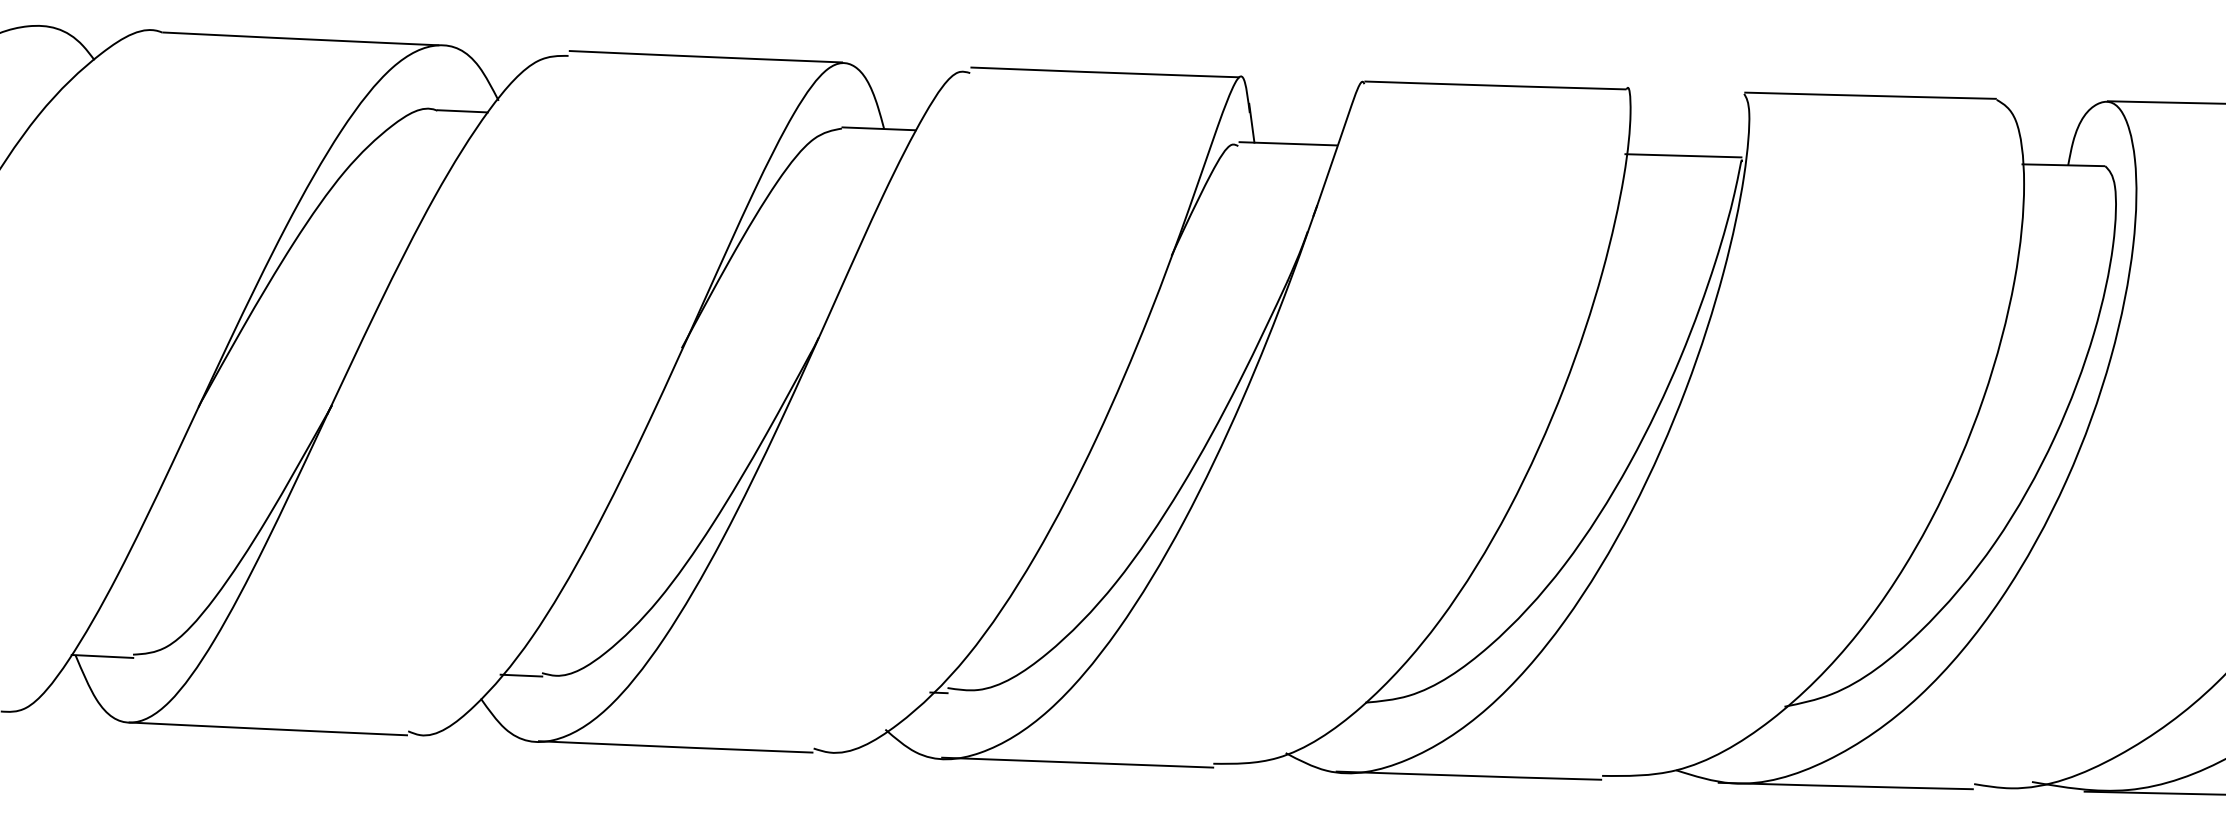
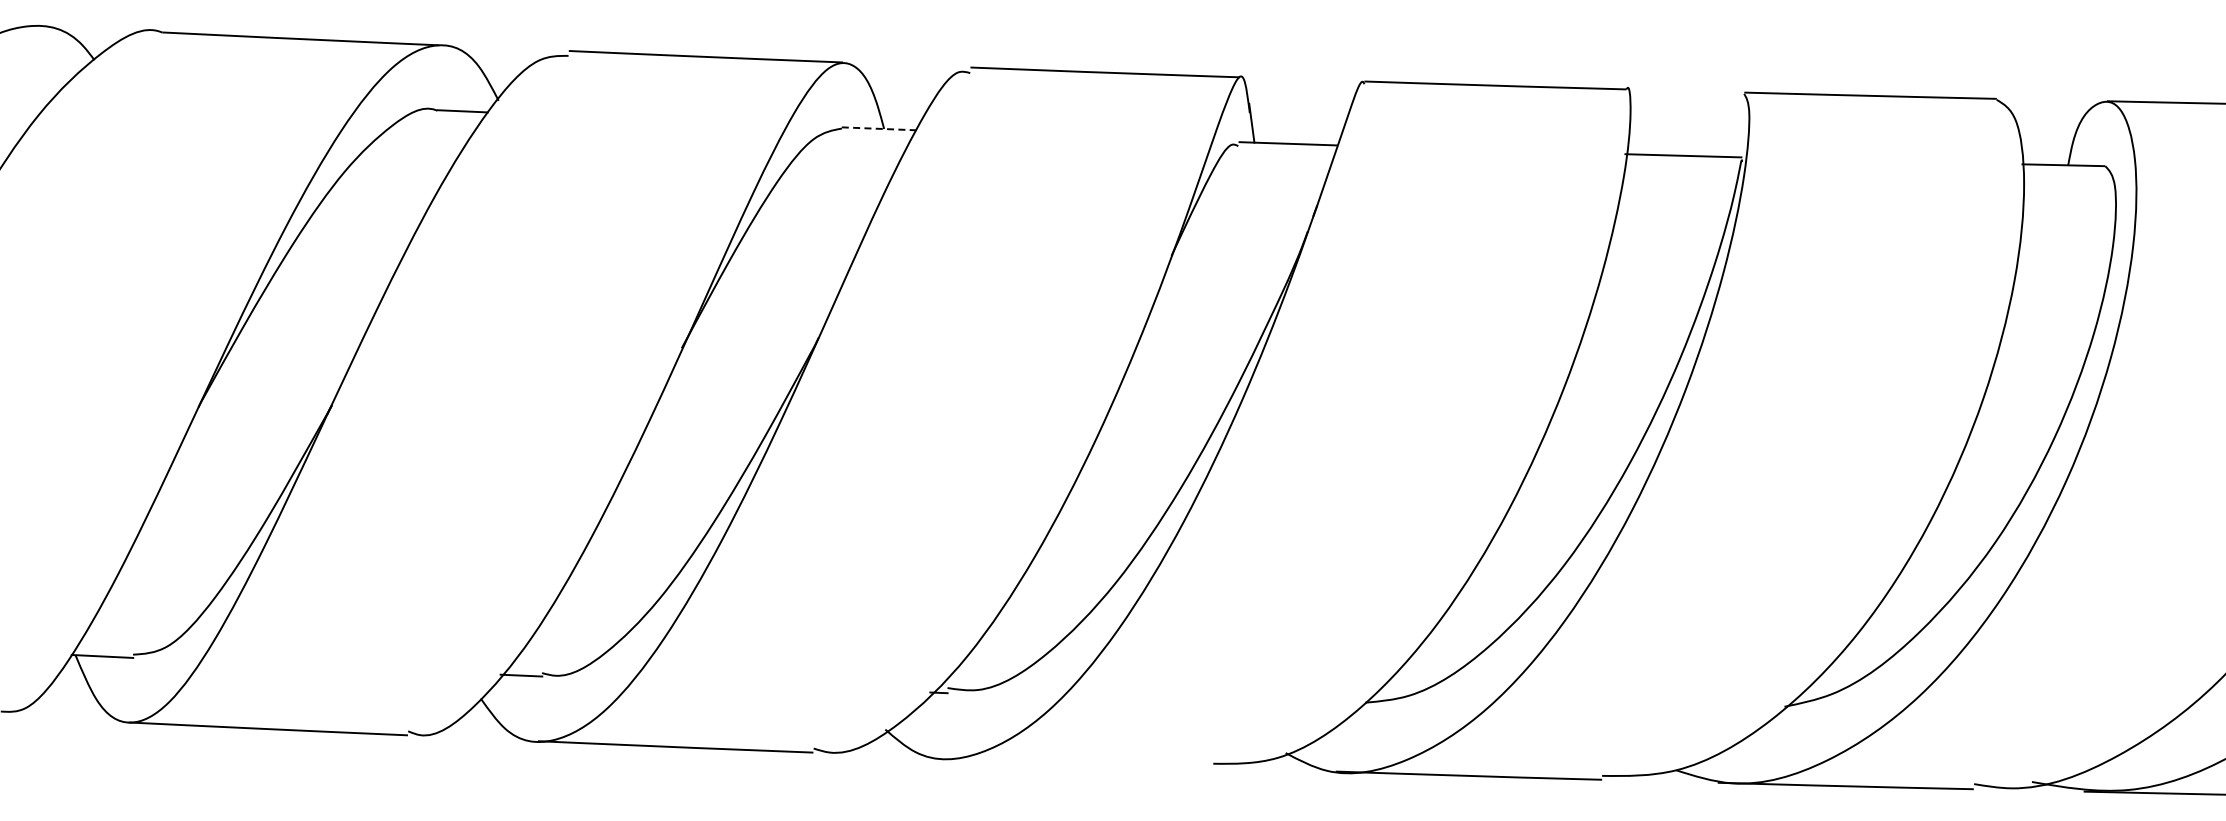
line at (879, 128): solid -> dashed
line at (1077, 762): present -> none
